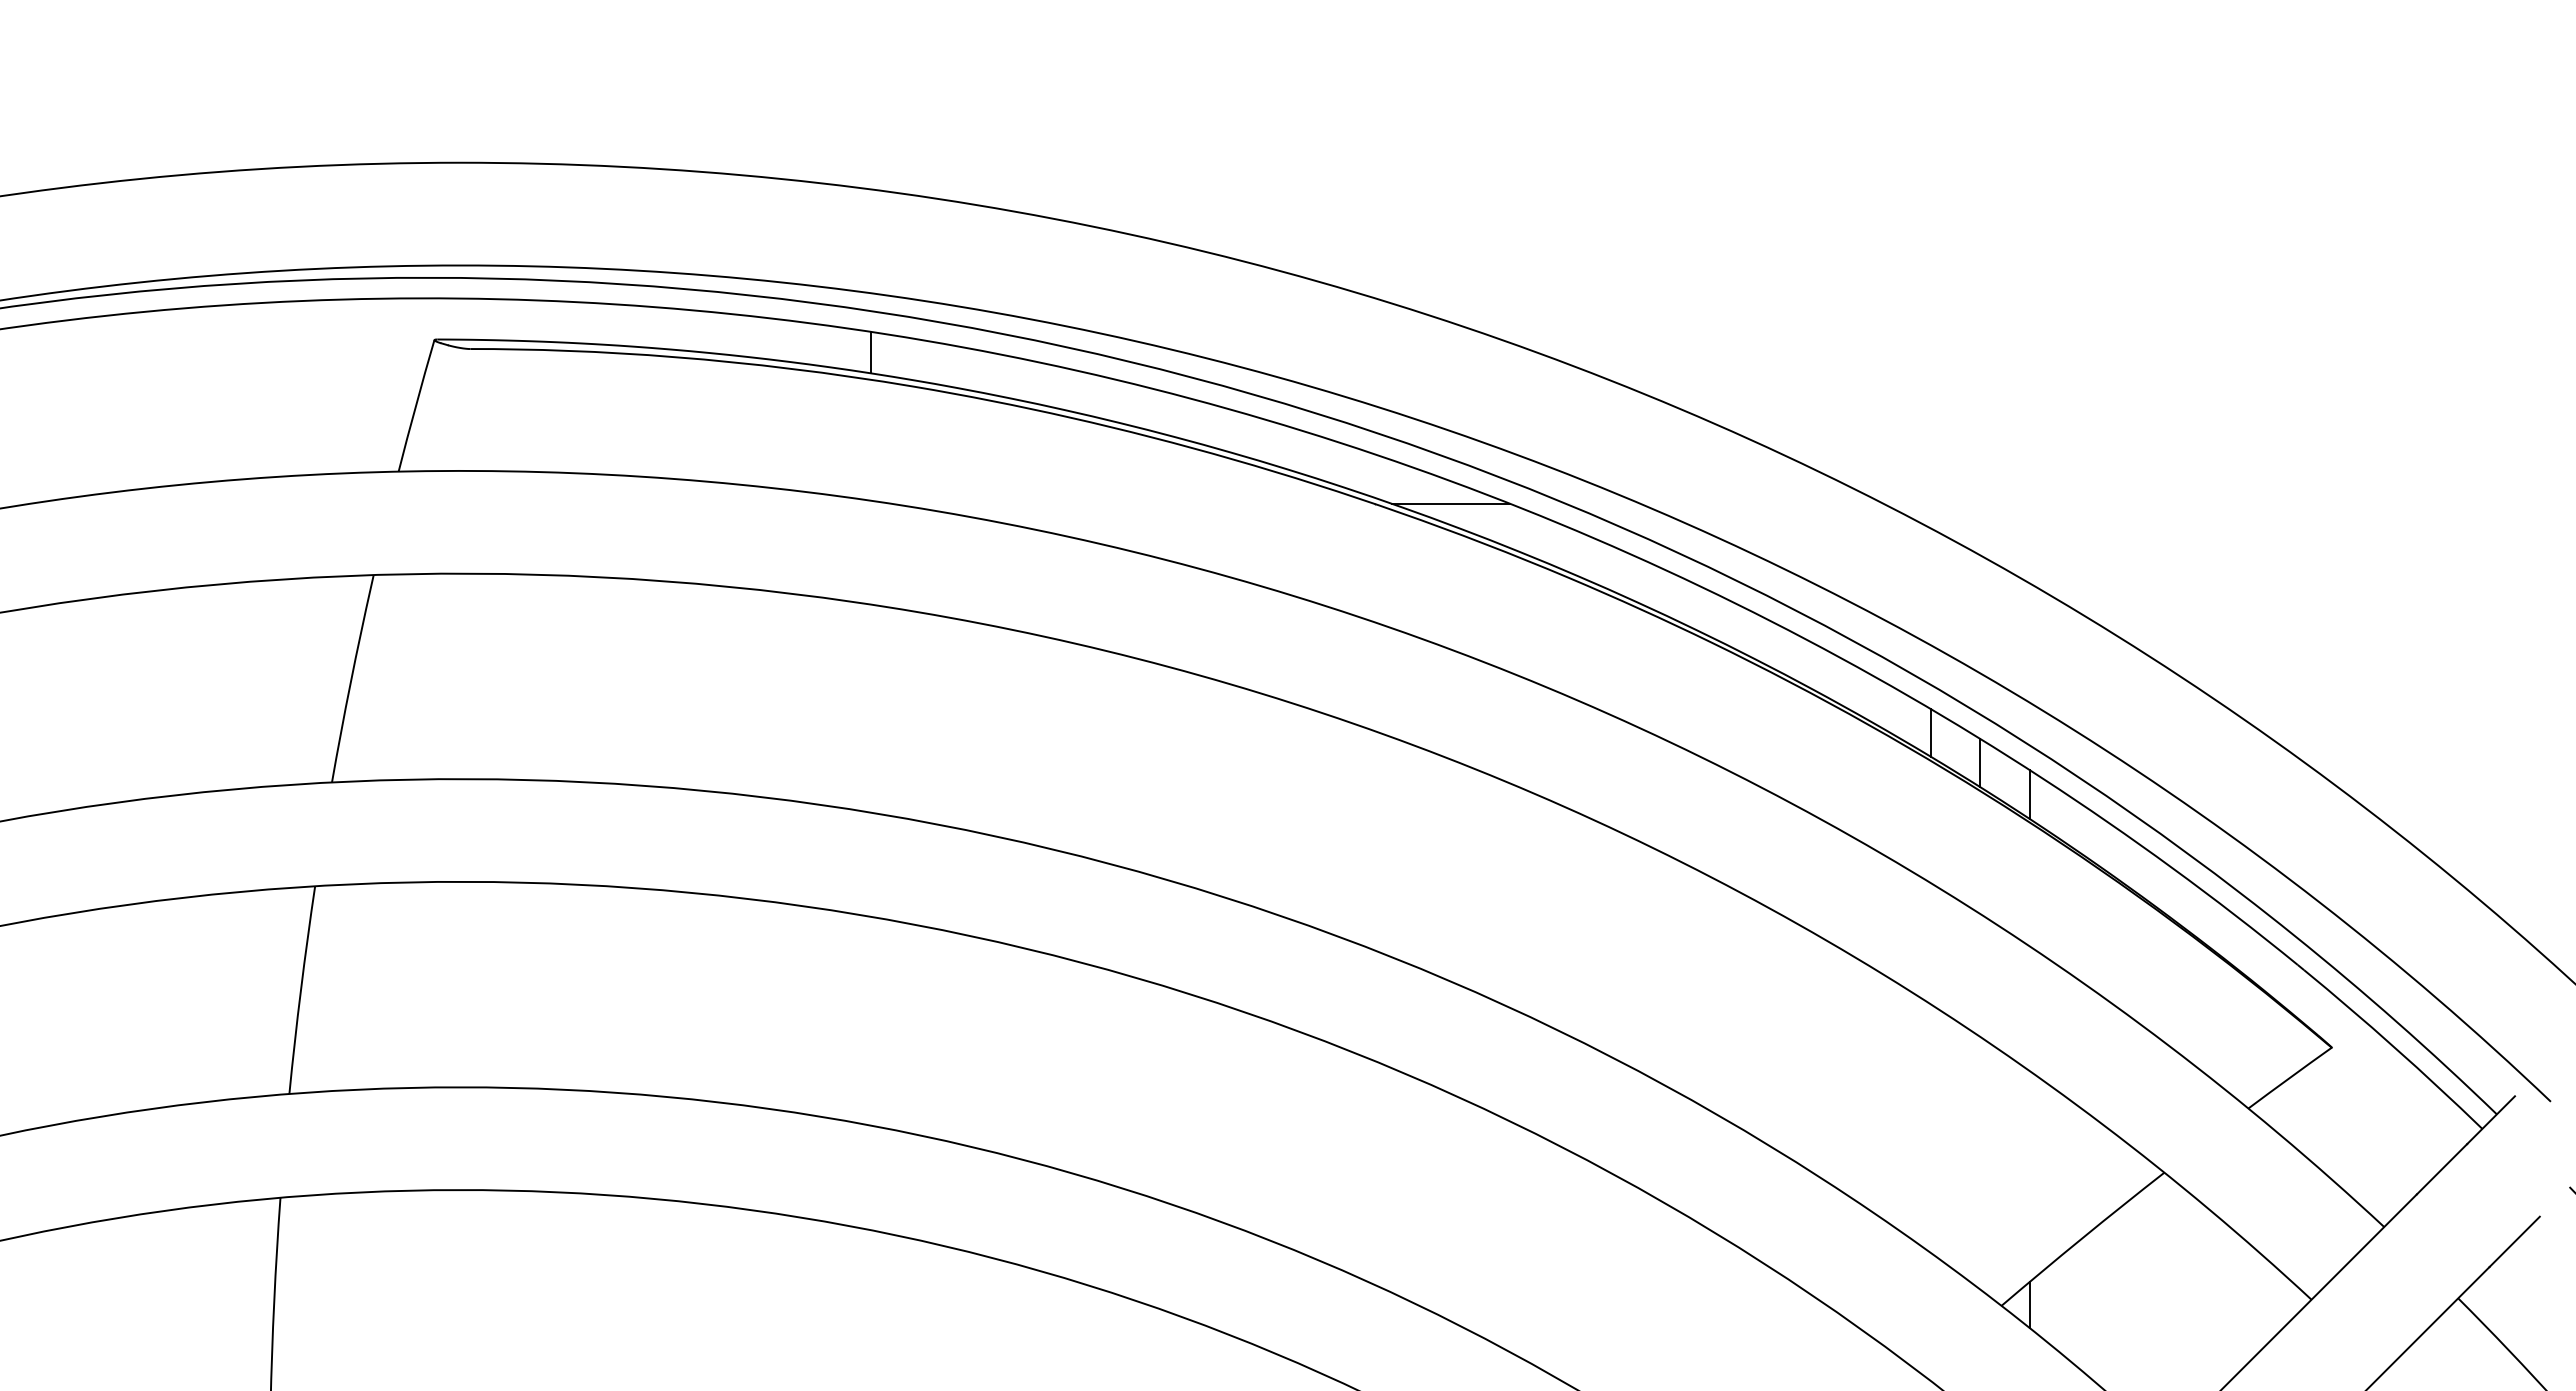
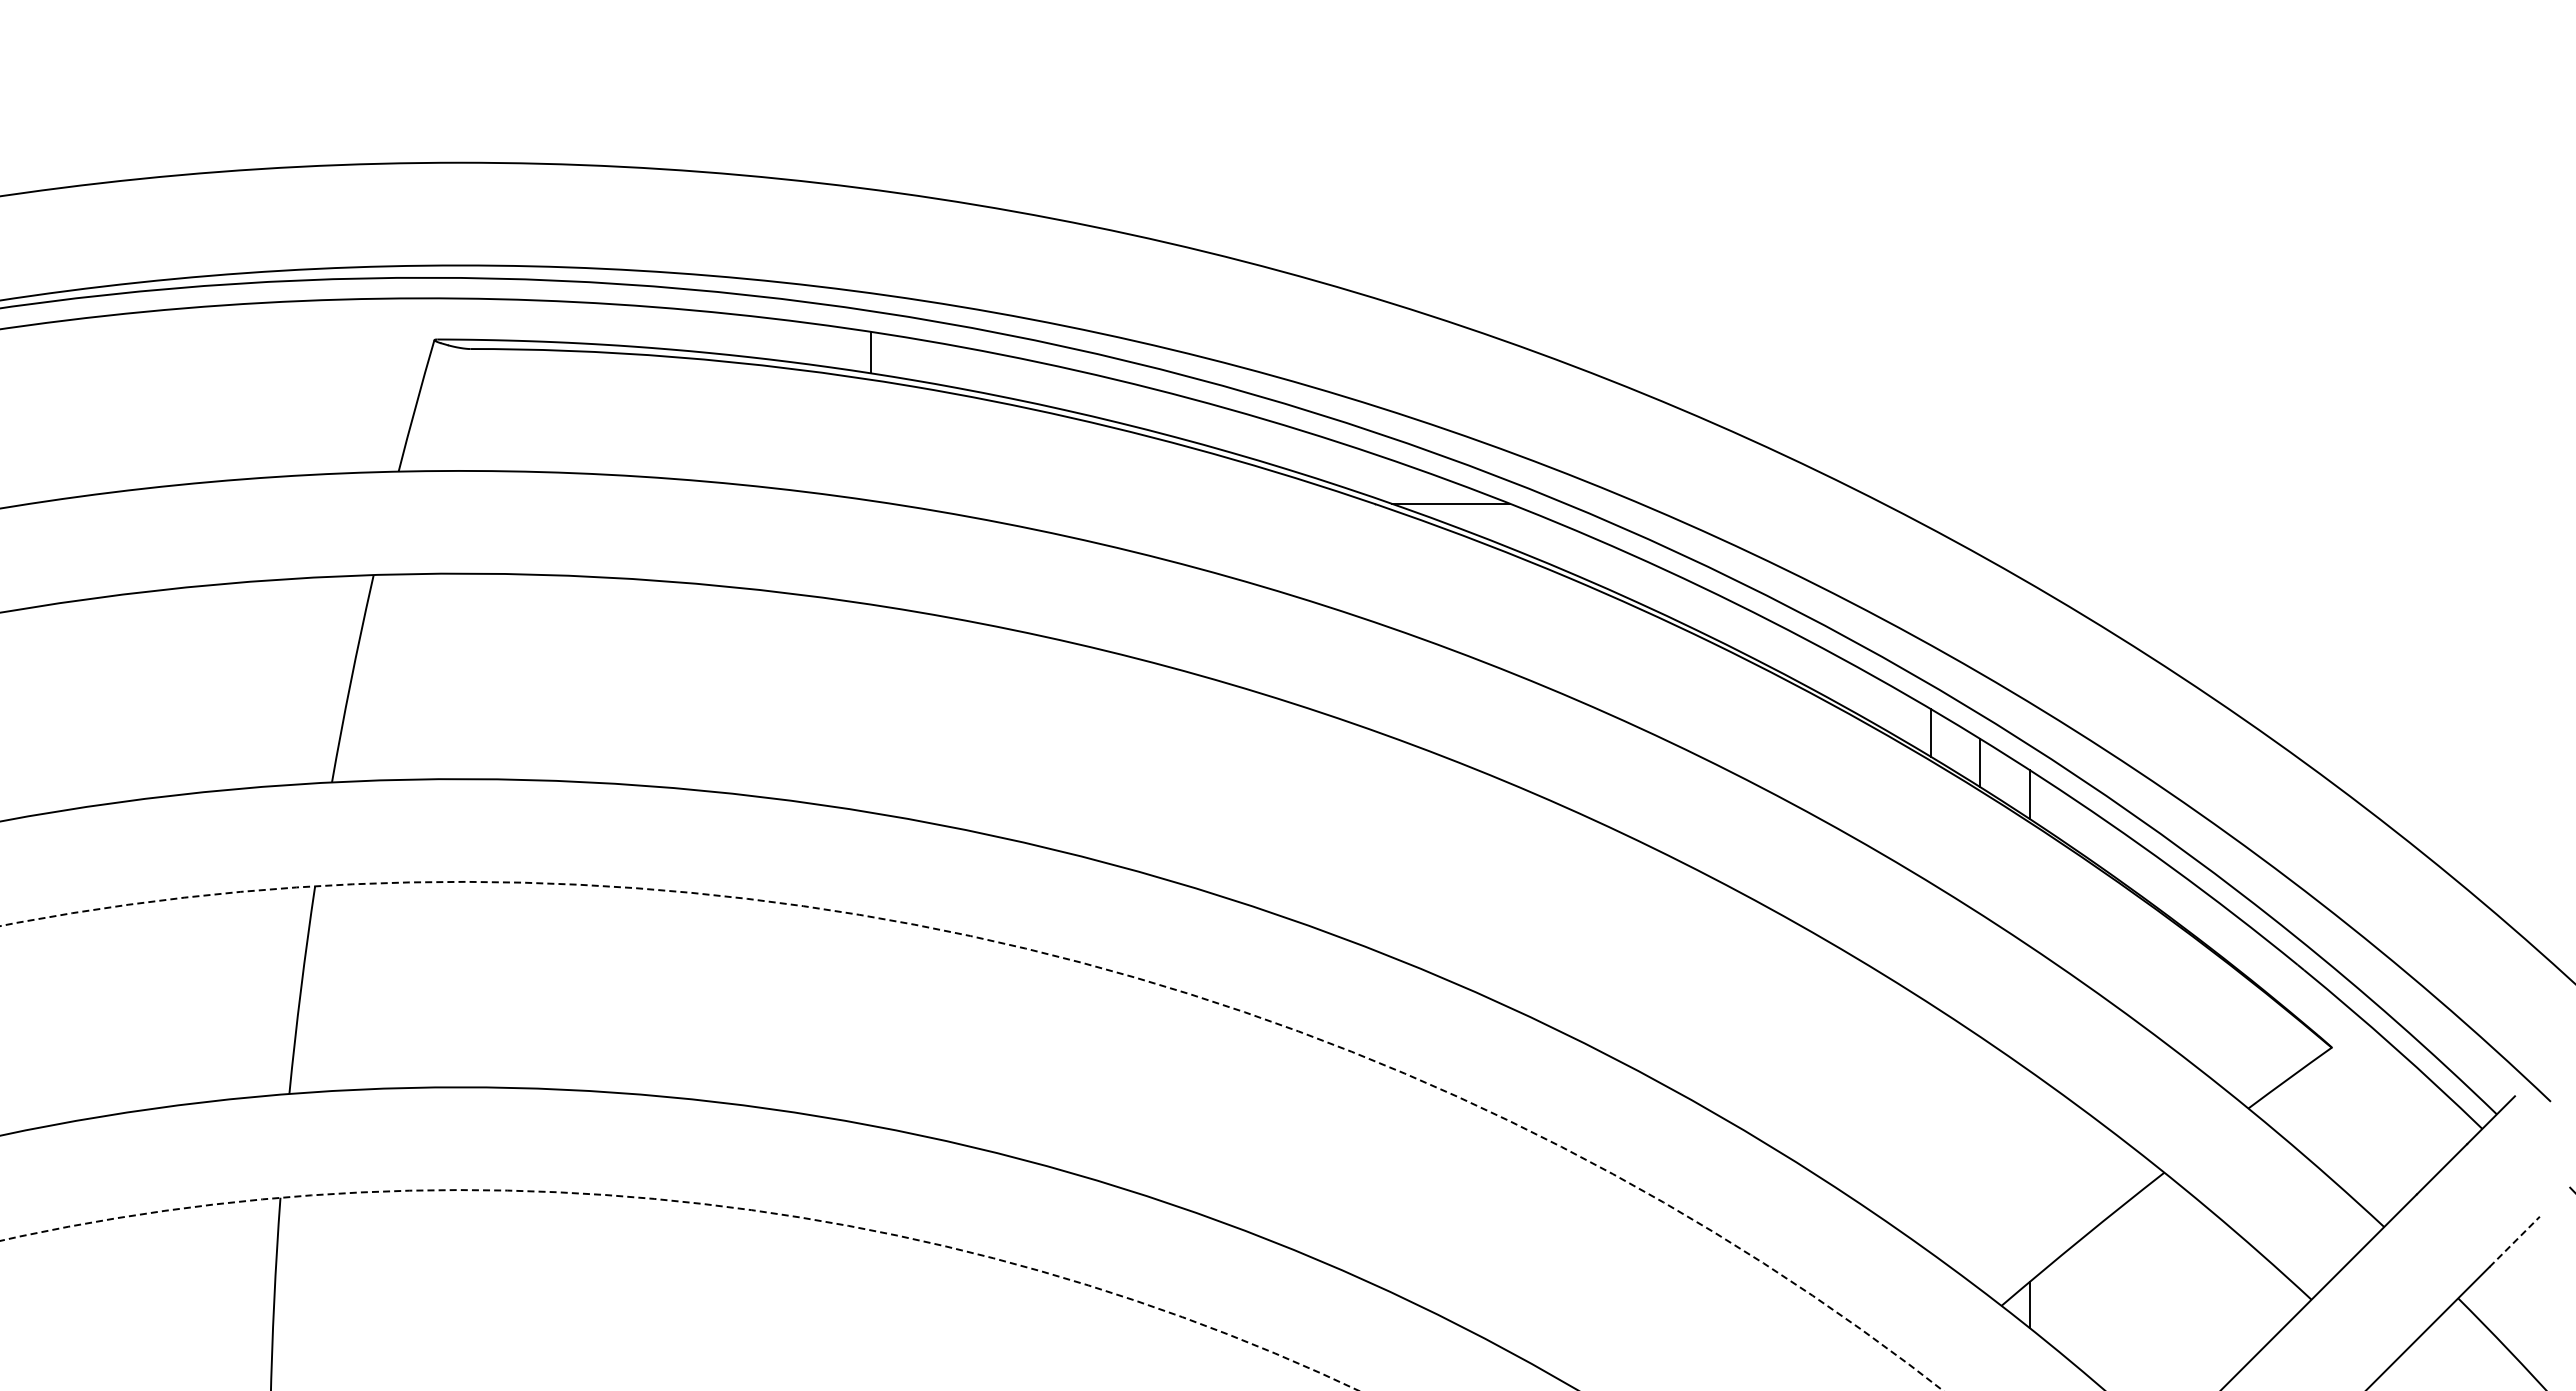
arc at (1021, 947): solid -> dashed
arc at (689, 1202): solid -> dashed
line at (2514, 1241): solid -> dashed
